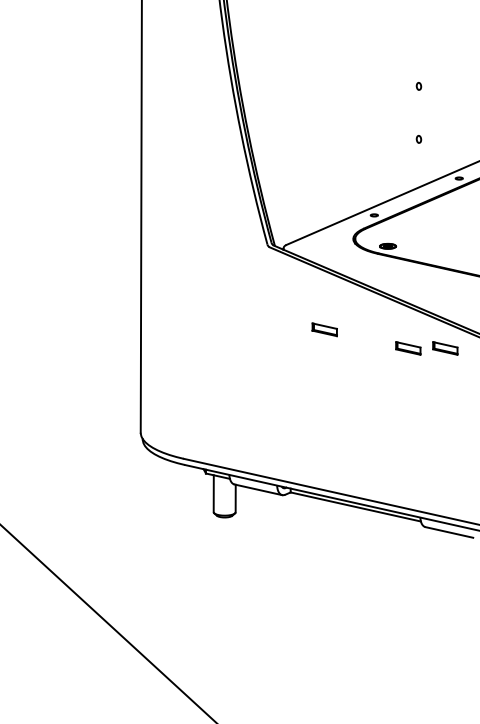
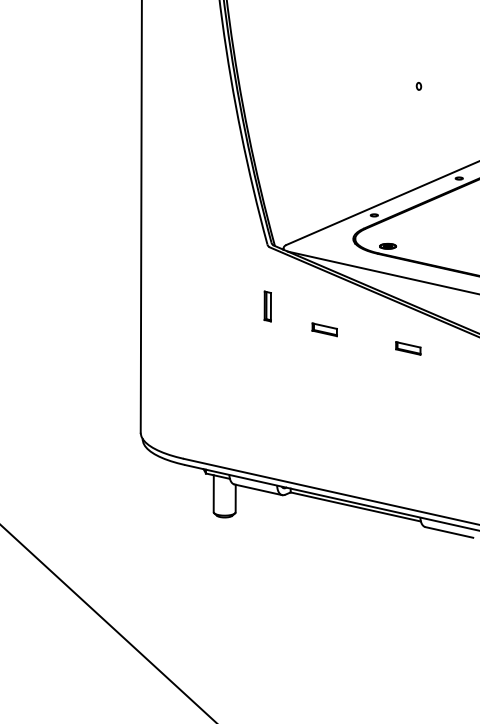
part at (418, 139): present -> none
line at (381, 272): none -> present
part at (267, 306): none -> present
part at (445, 348): present -> none
